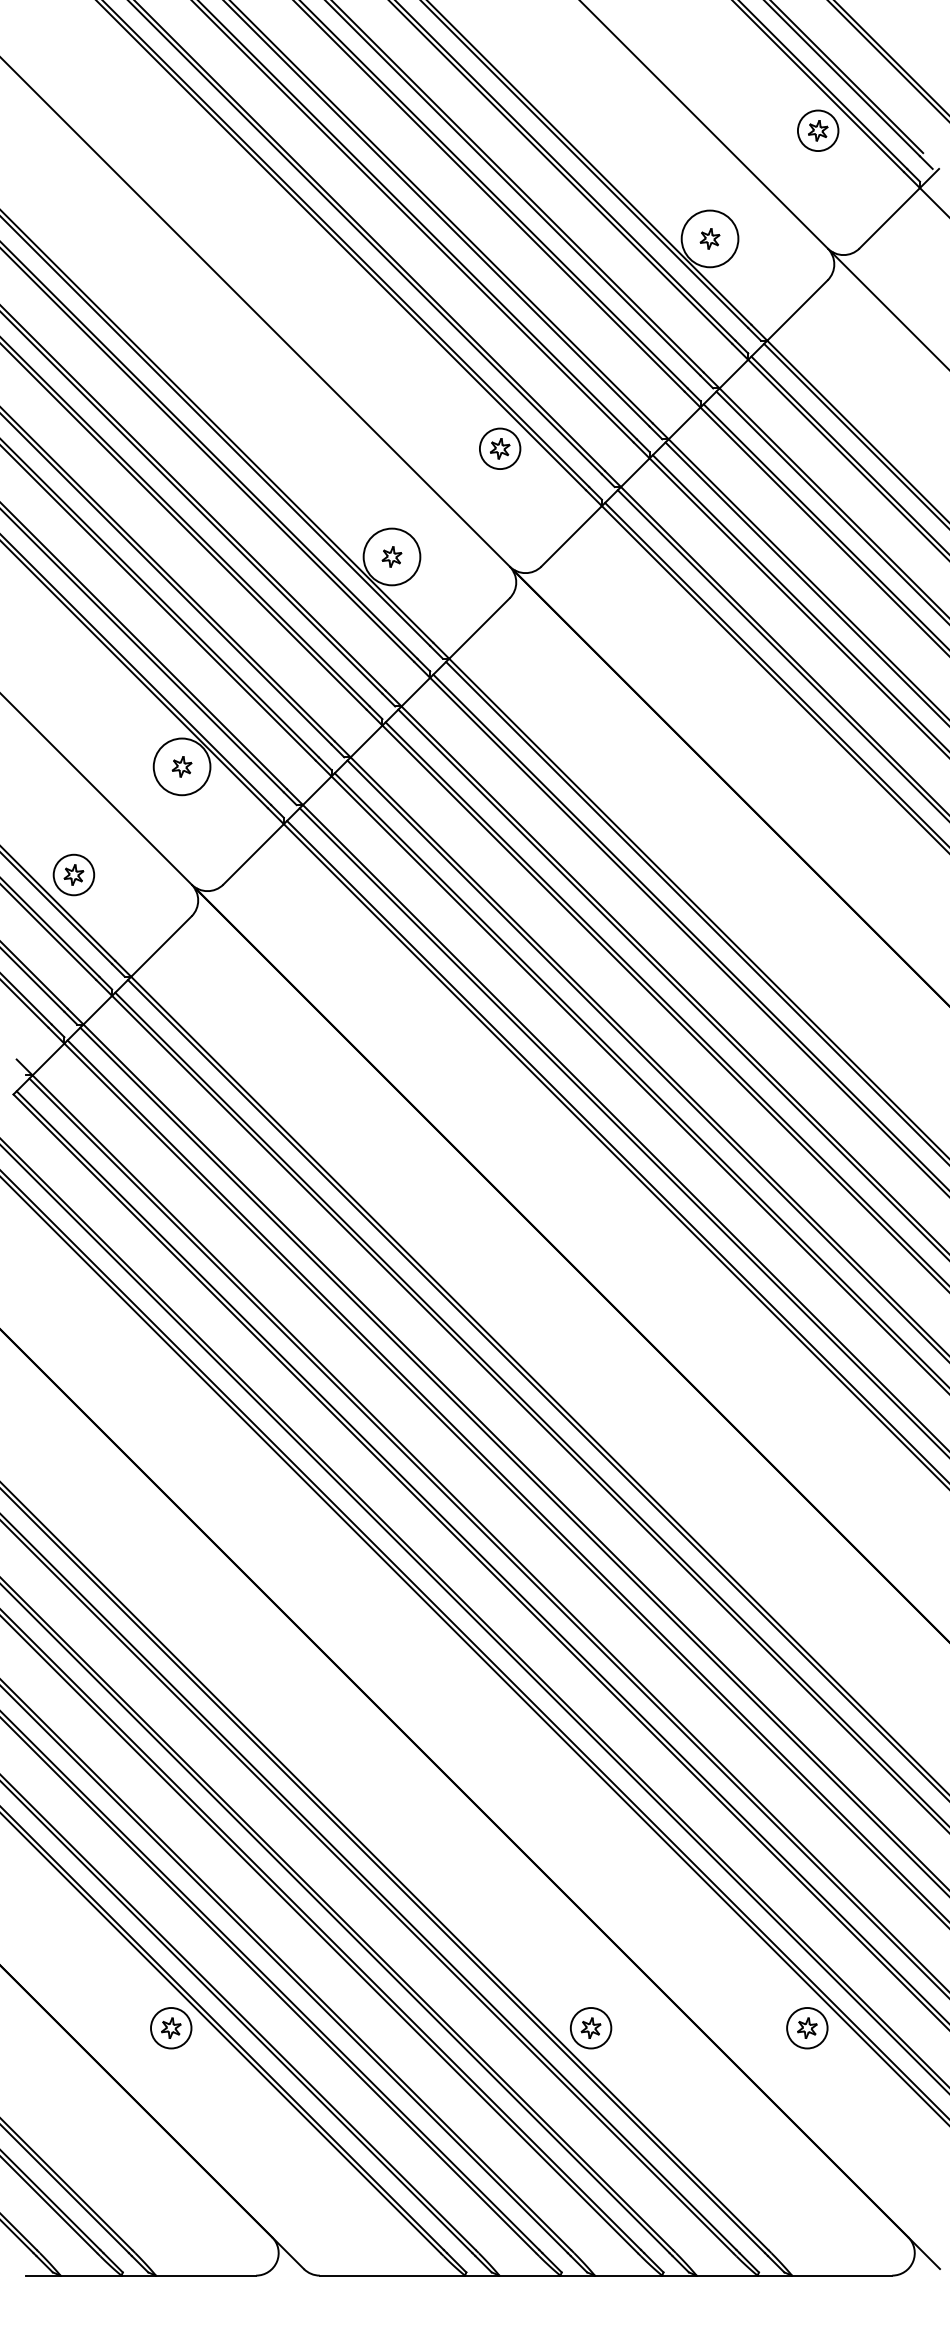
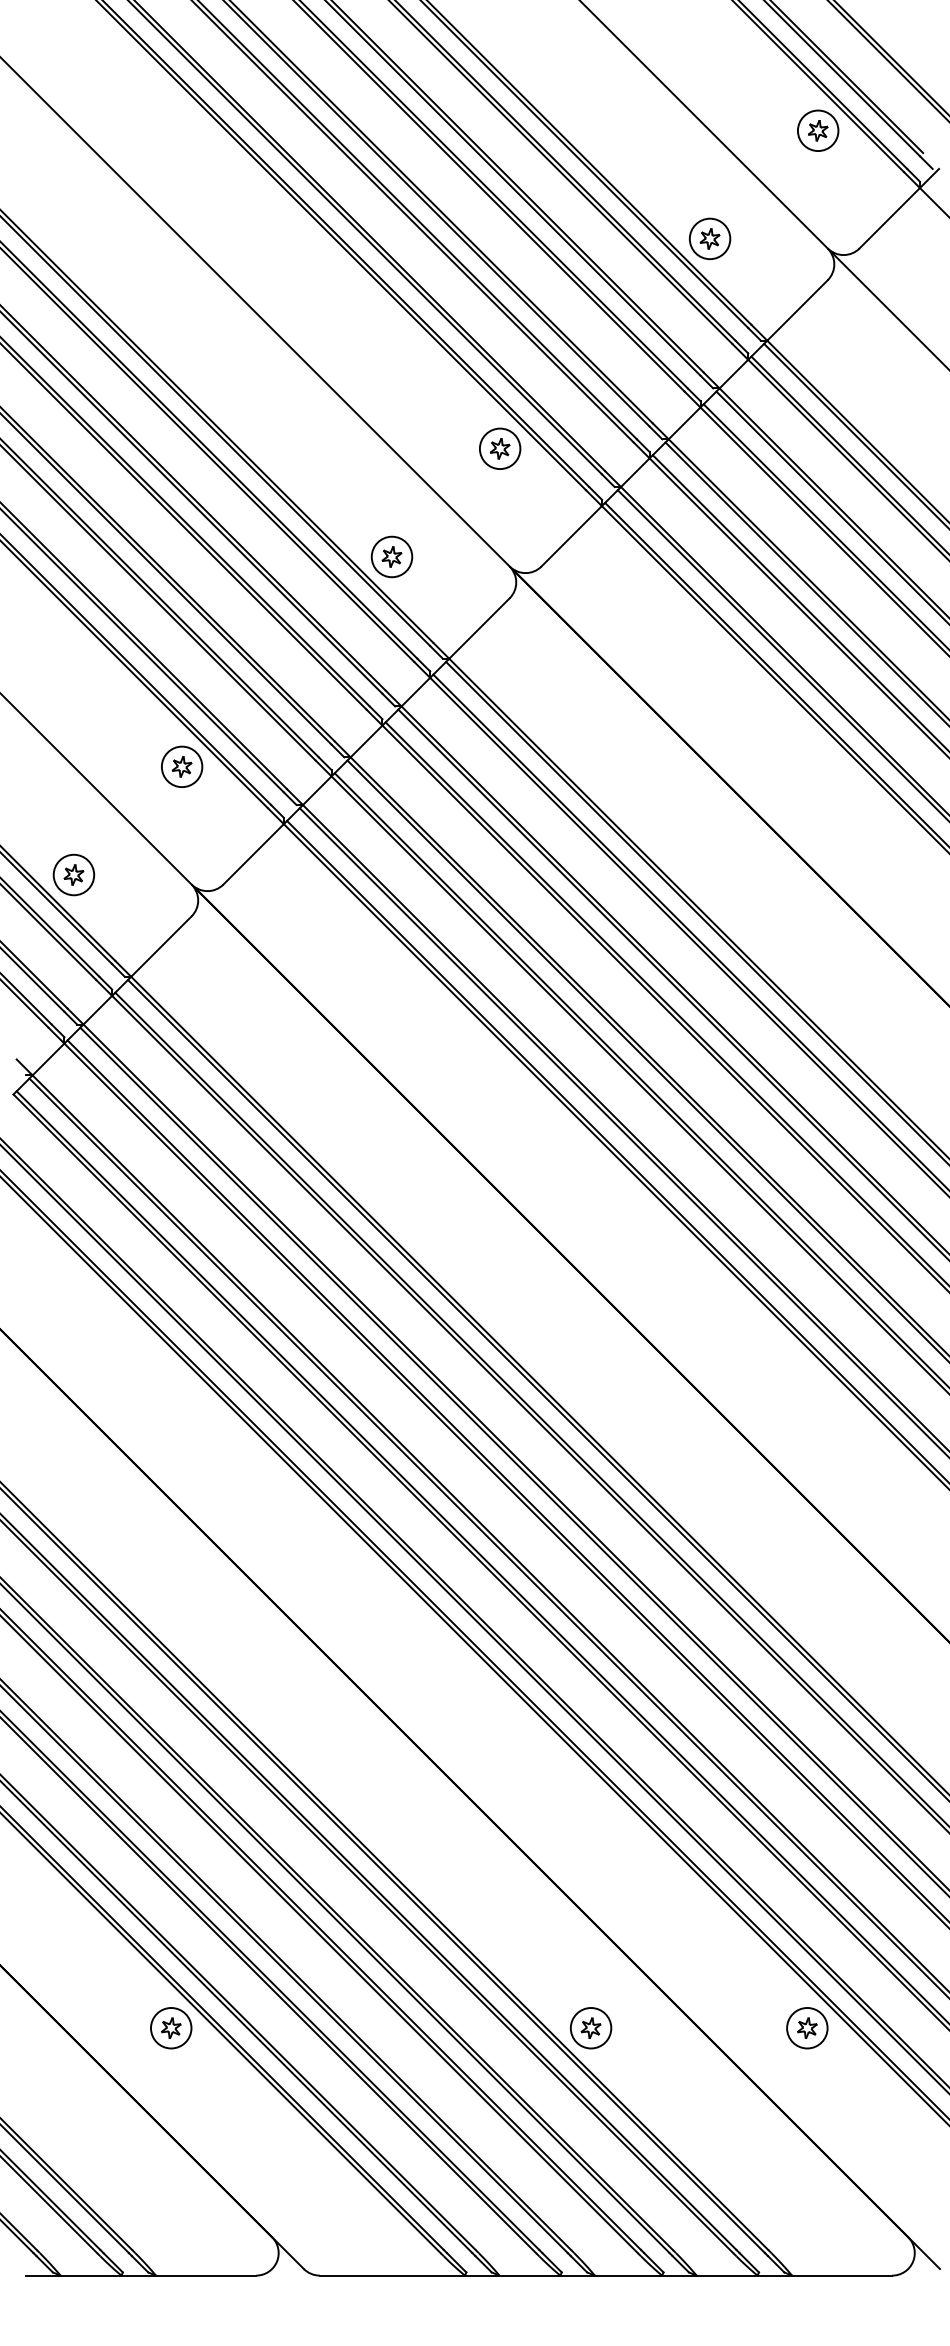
circle at (709, 238) diameter: 57 px -> 40 px
circle at (391, 556) diameter: 57 px -> 40 px
circle at (181, 766) diameter: 57 px -> 40 px
